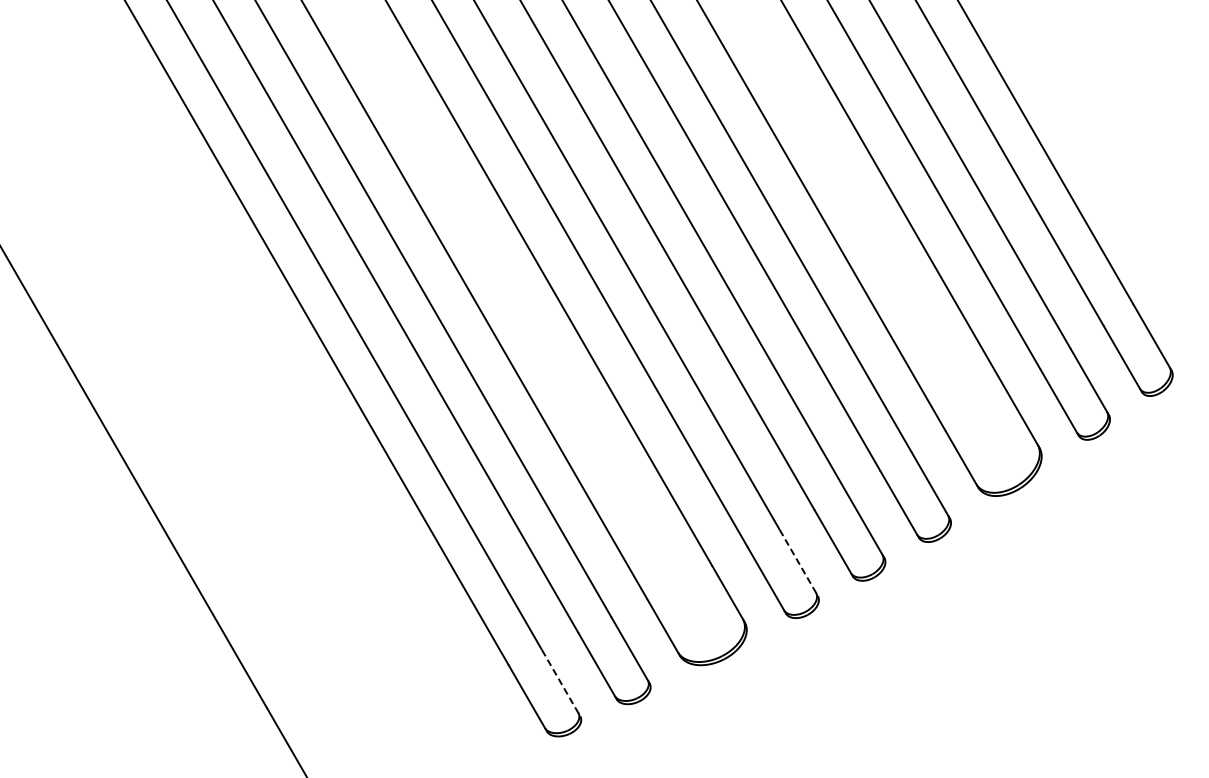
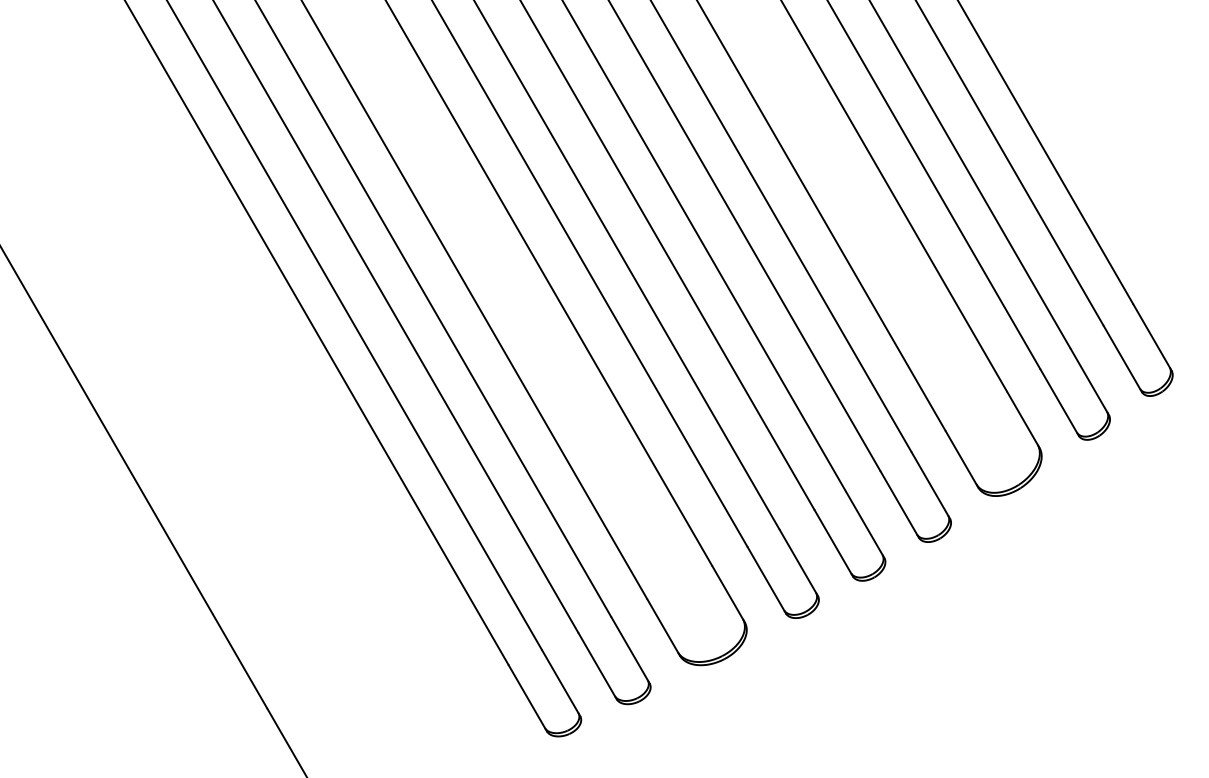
line at (799, 563): dashed -> solid
line at (561, 683): dashed -> solid
